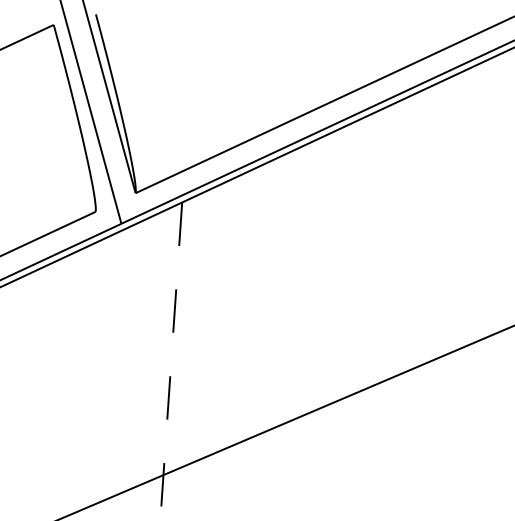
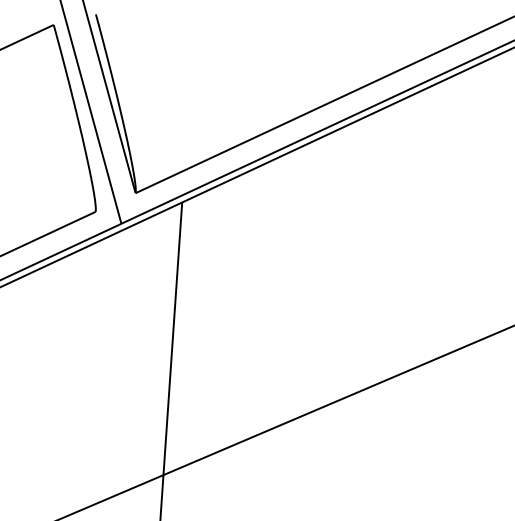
line at (171, 362): dashed -> solid
